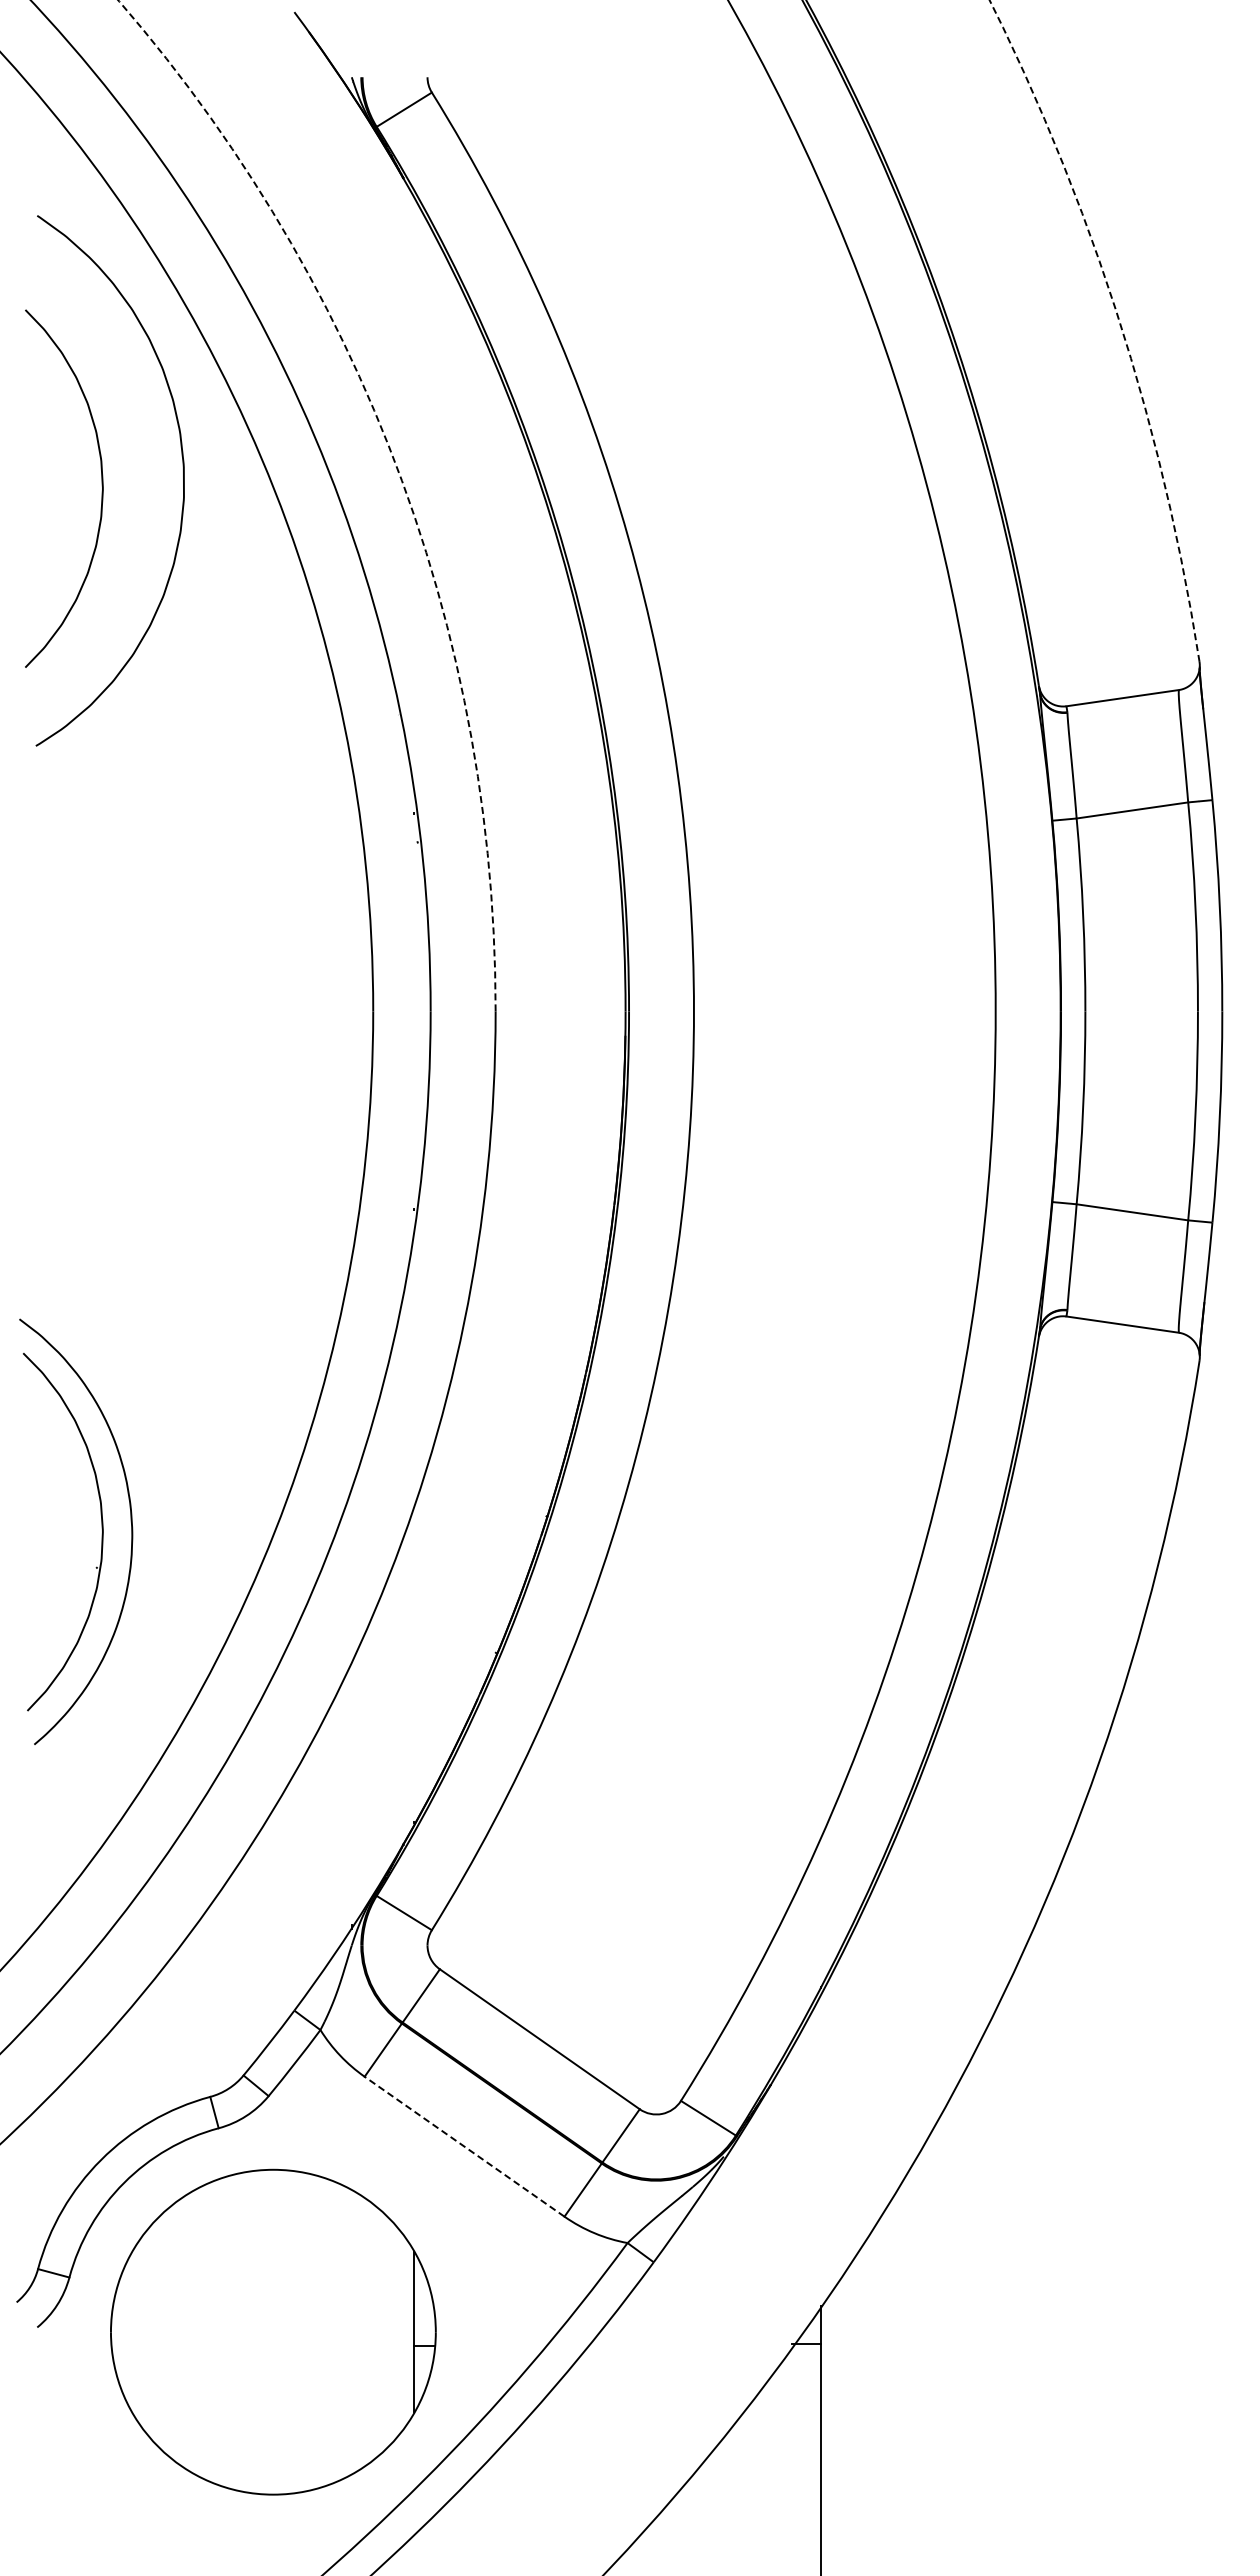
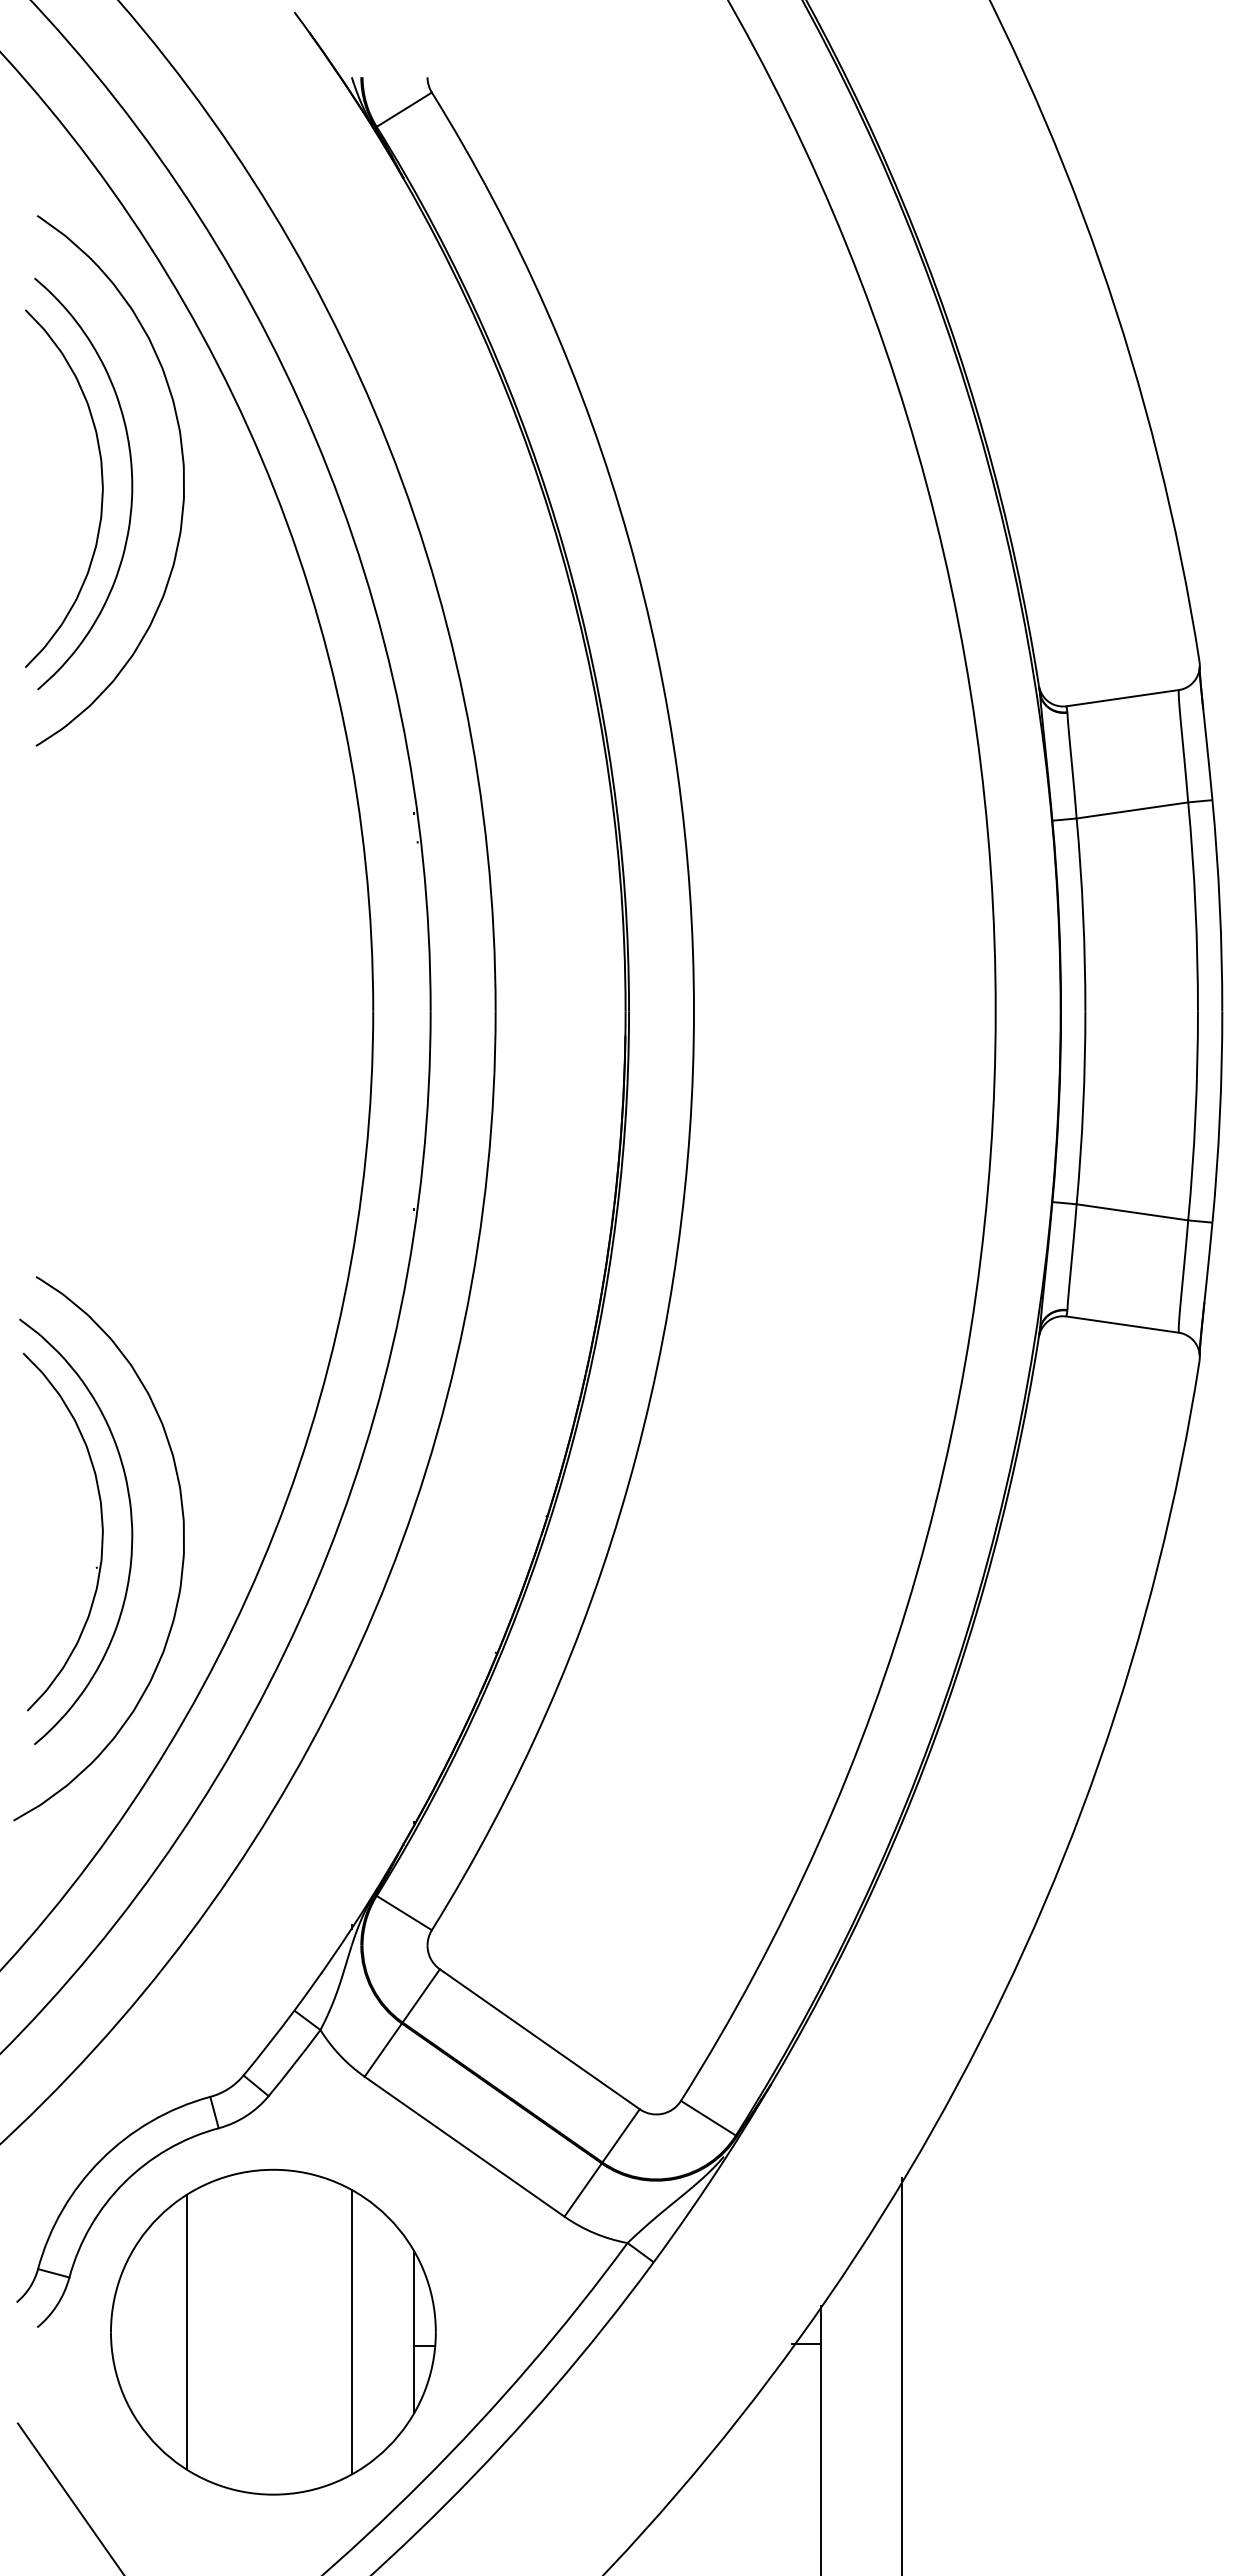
arc at (1119, 322): dashed -> solid
arc at (397, 469): dashed -> solid
curve at (131, 483): none -> present
curve at (182, 1555): none -> present
line at (464, 2146): dashed -> solid
line at (187, 2331): none -> present
line at (351, 2332): none -> present
line at (901, 2374): none -> present
line at (69, 2497): none -> present
